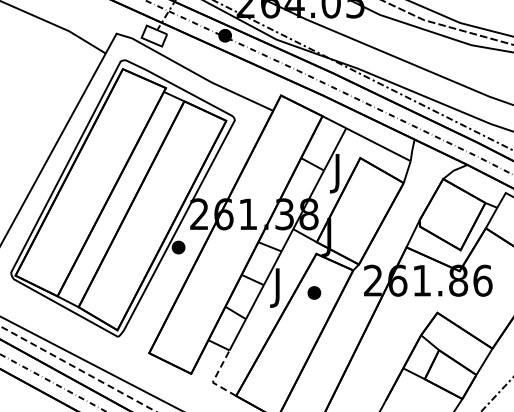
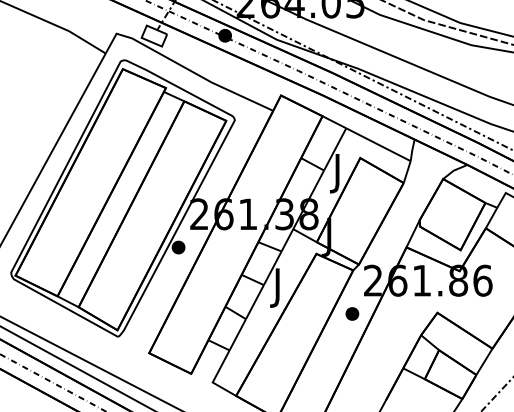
part at (314, 292) position: (314, 292) -> (352, 313)
line at (77, 368): dashed -> solid
line at (214, 379): dashed -> solid
